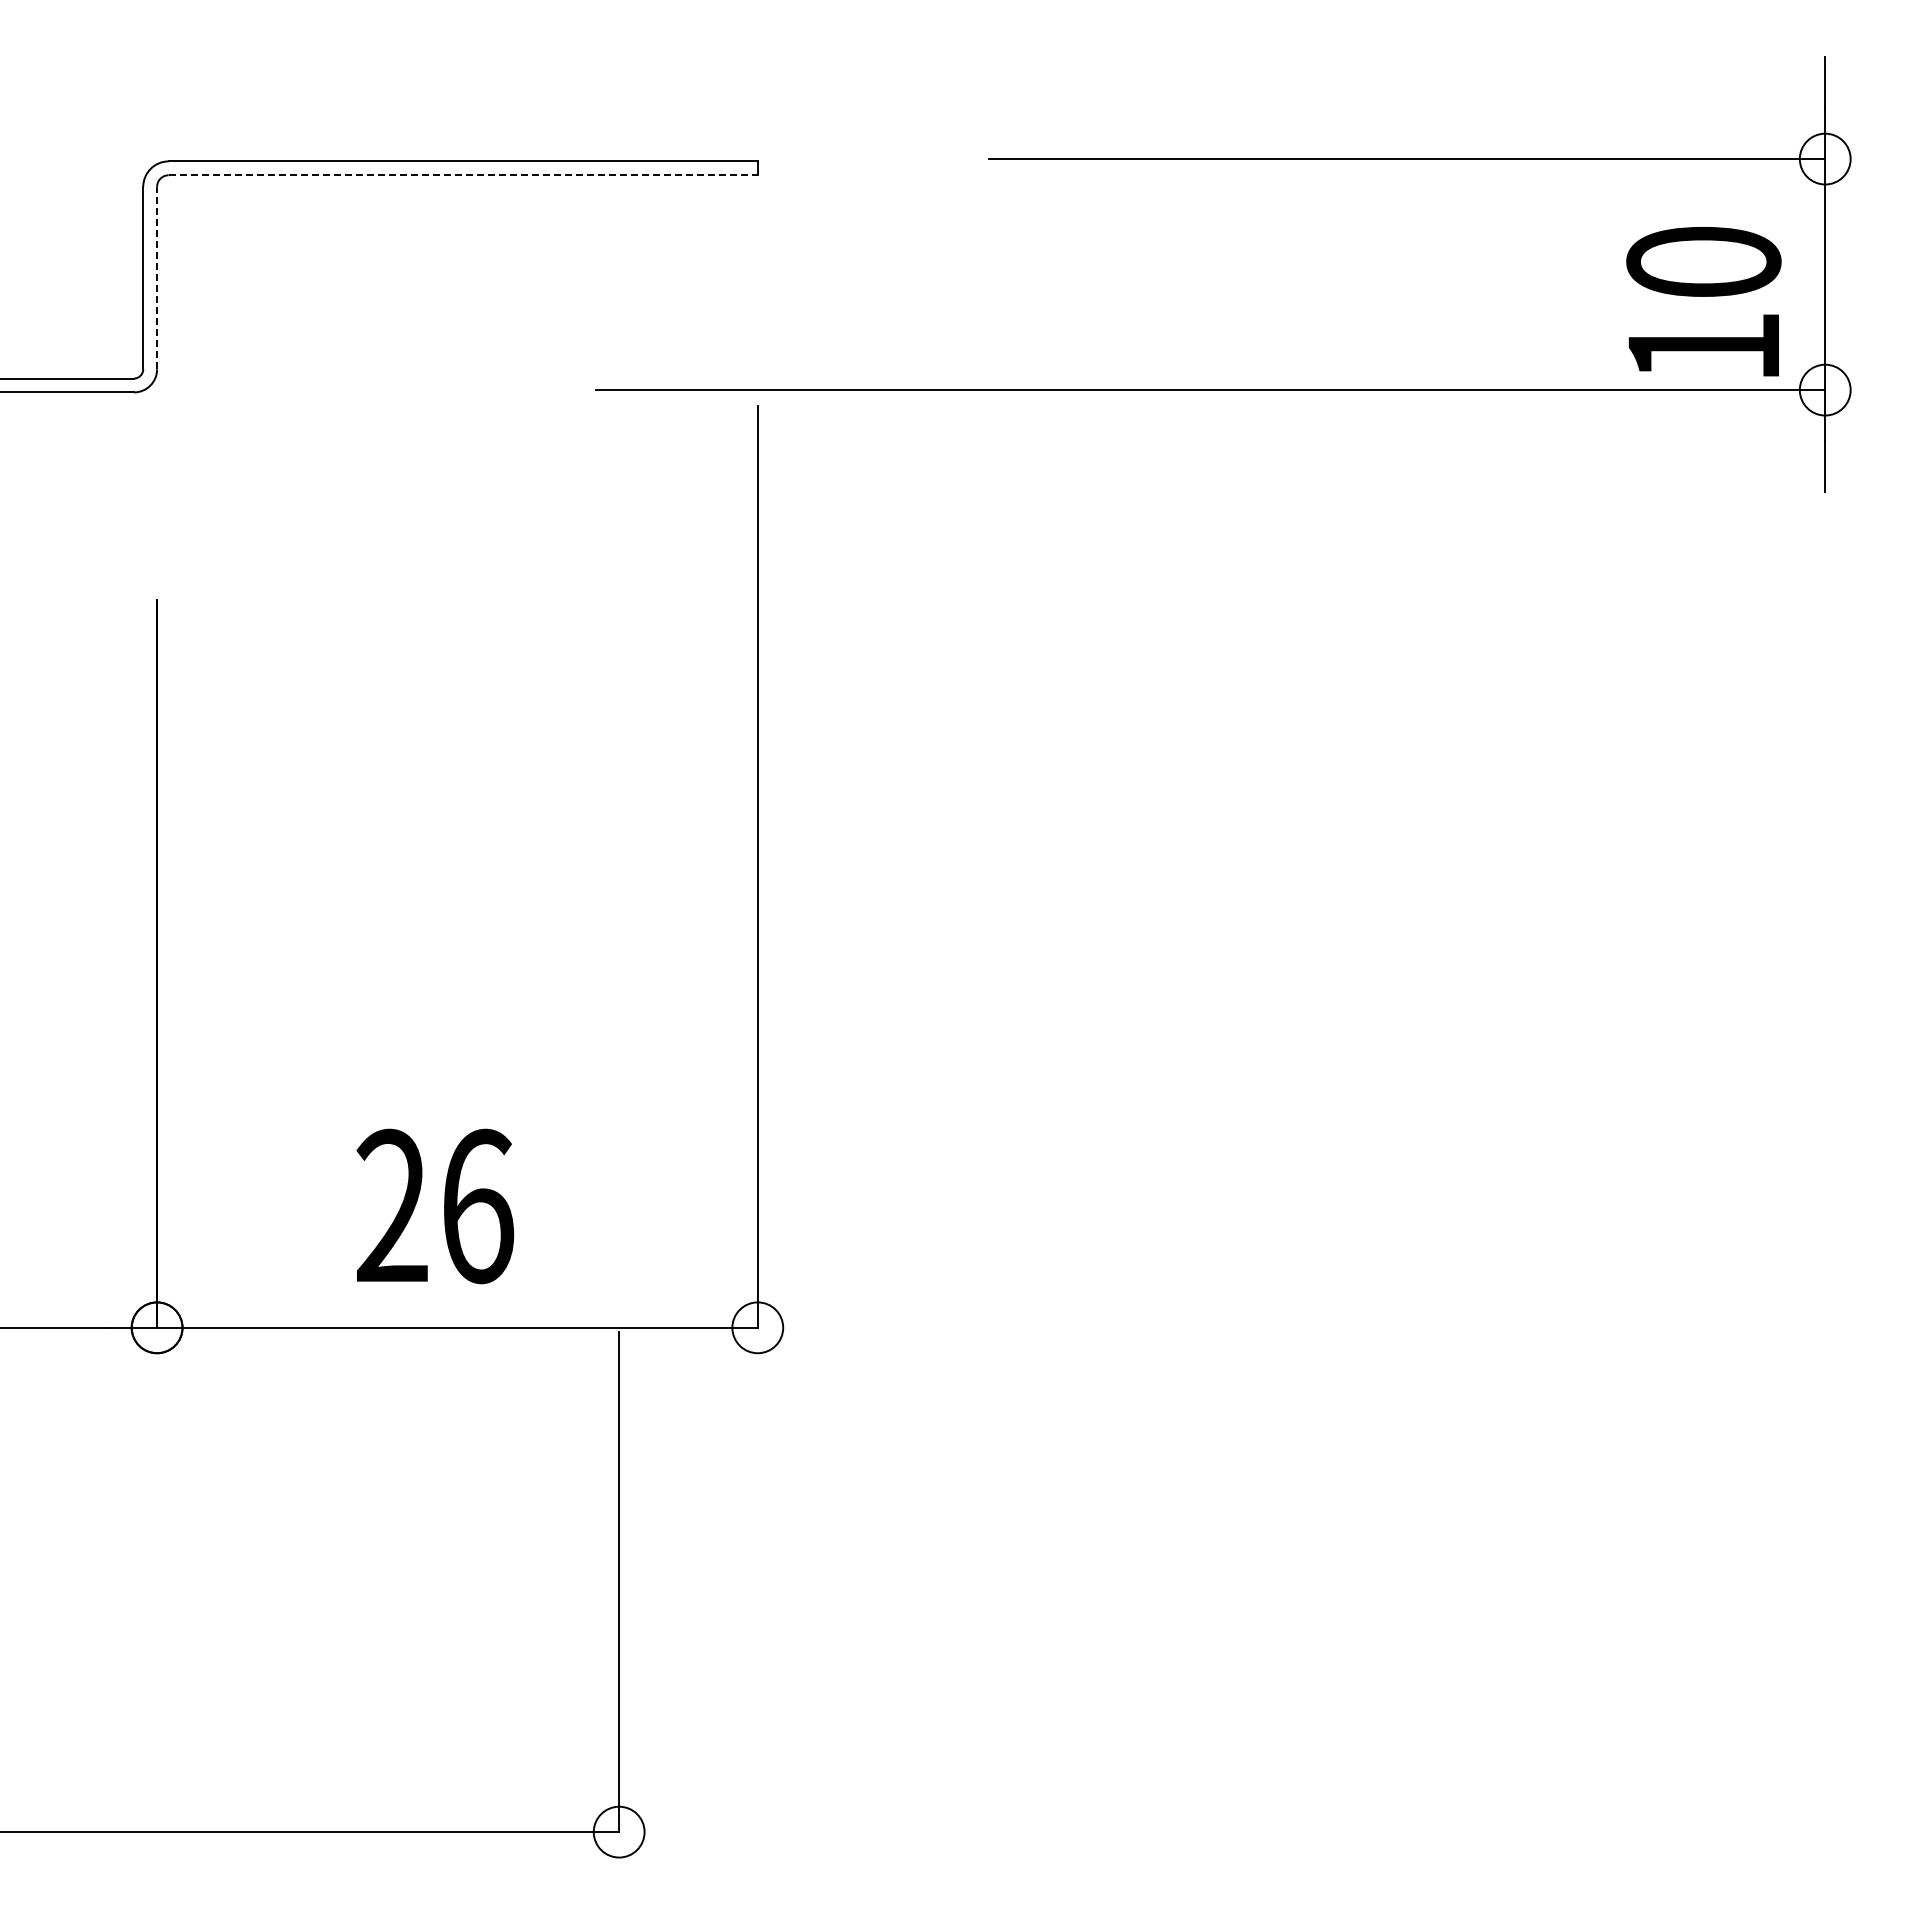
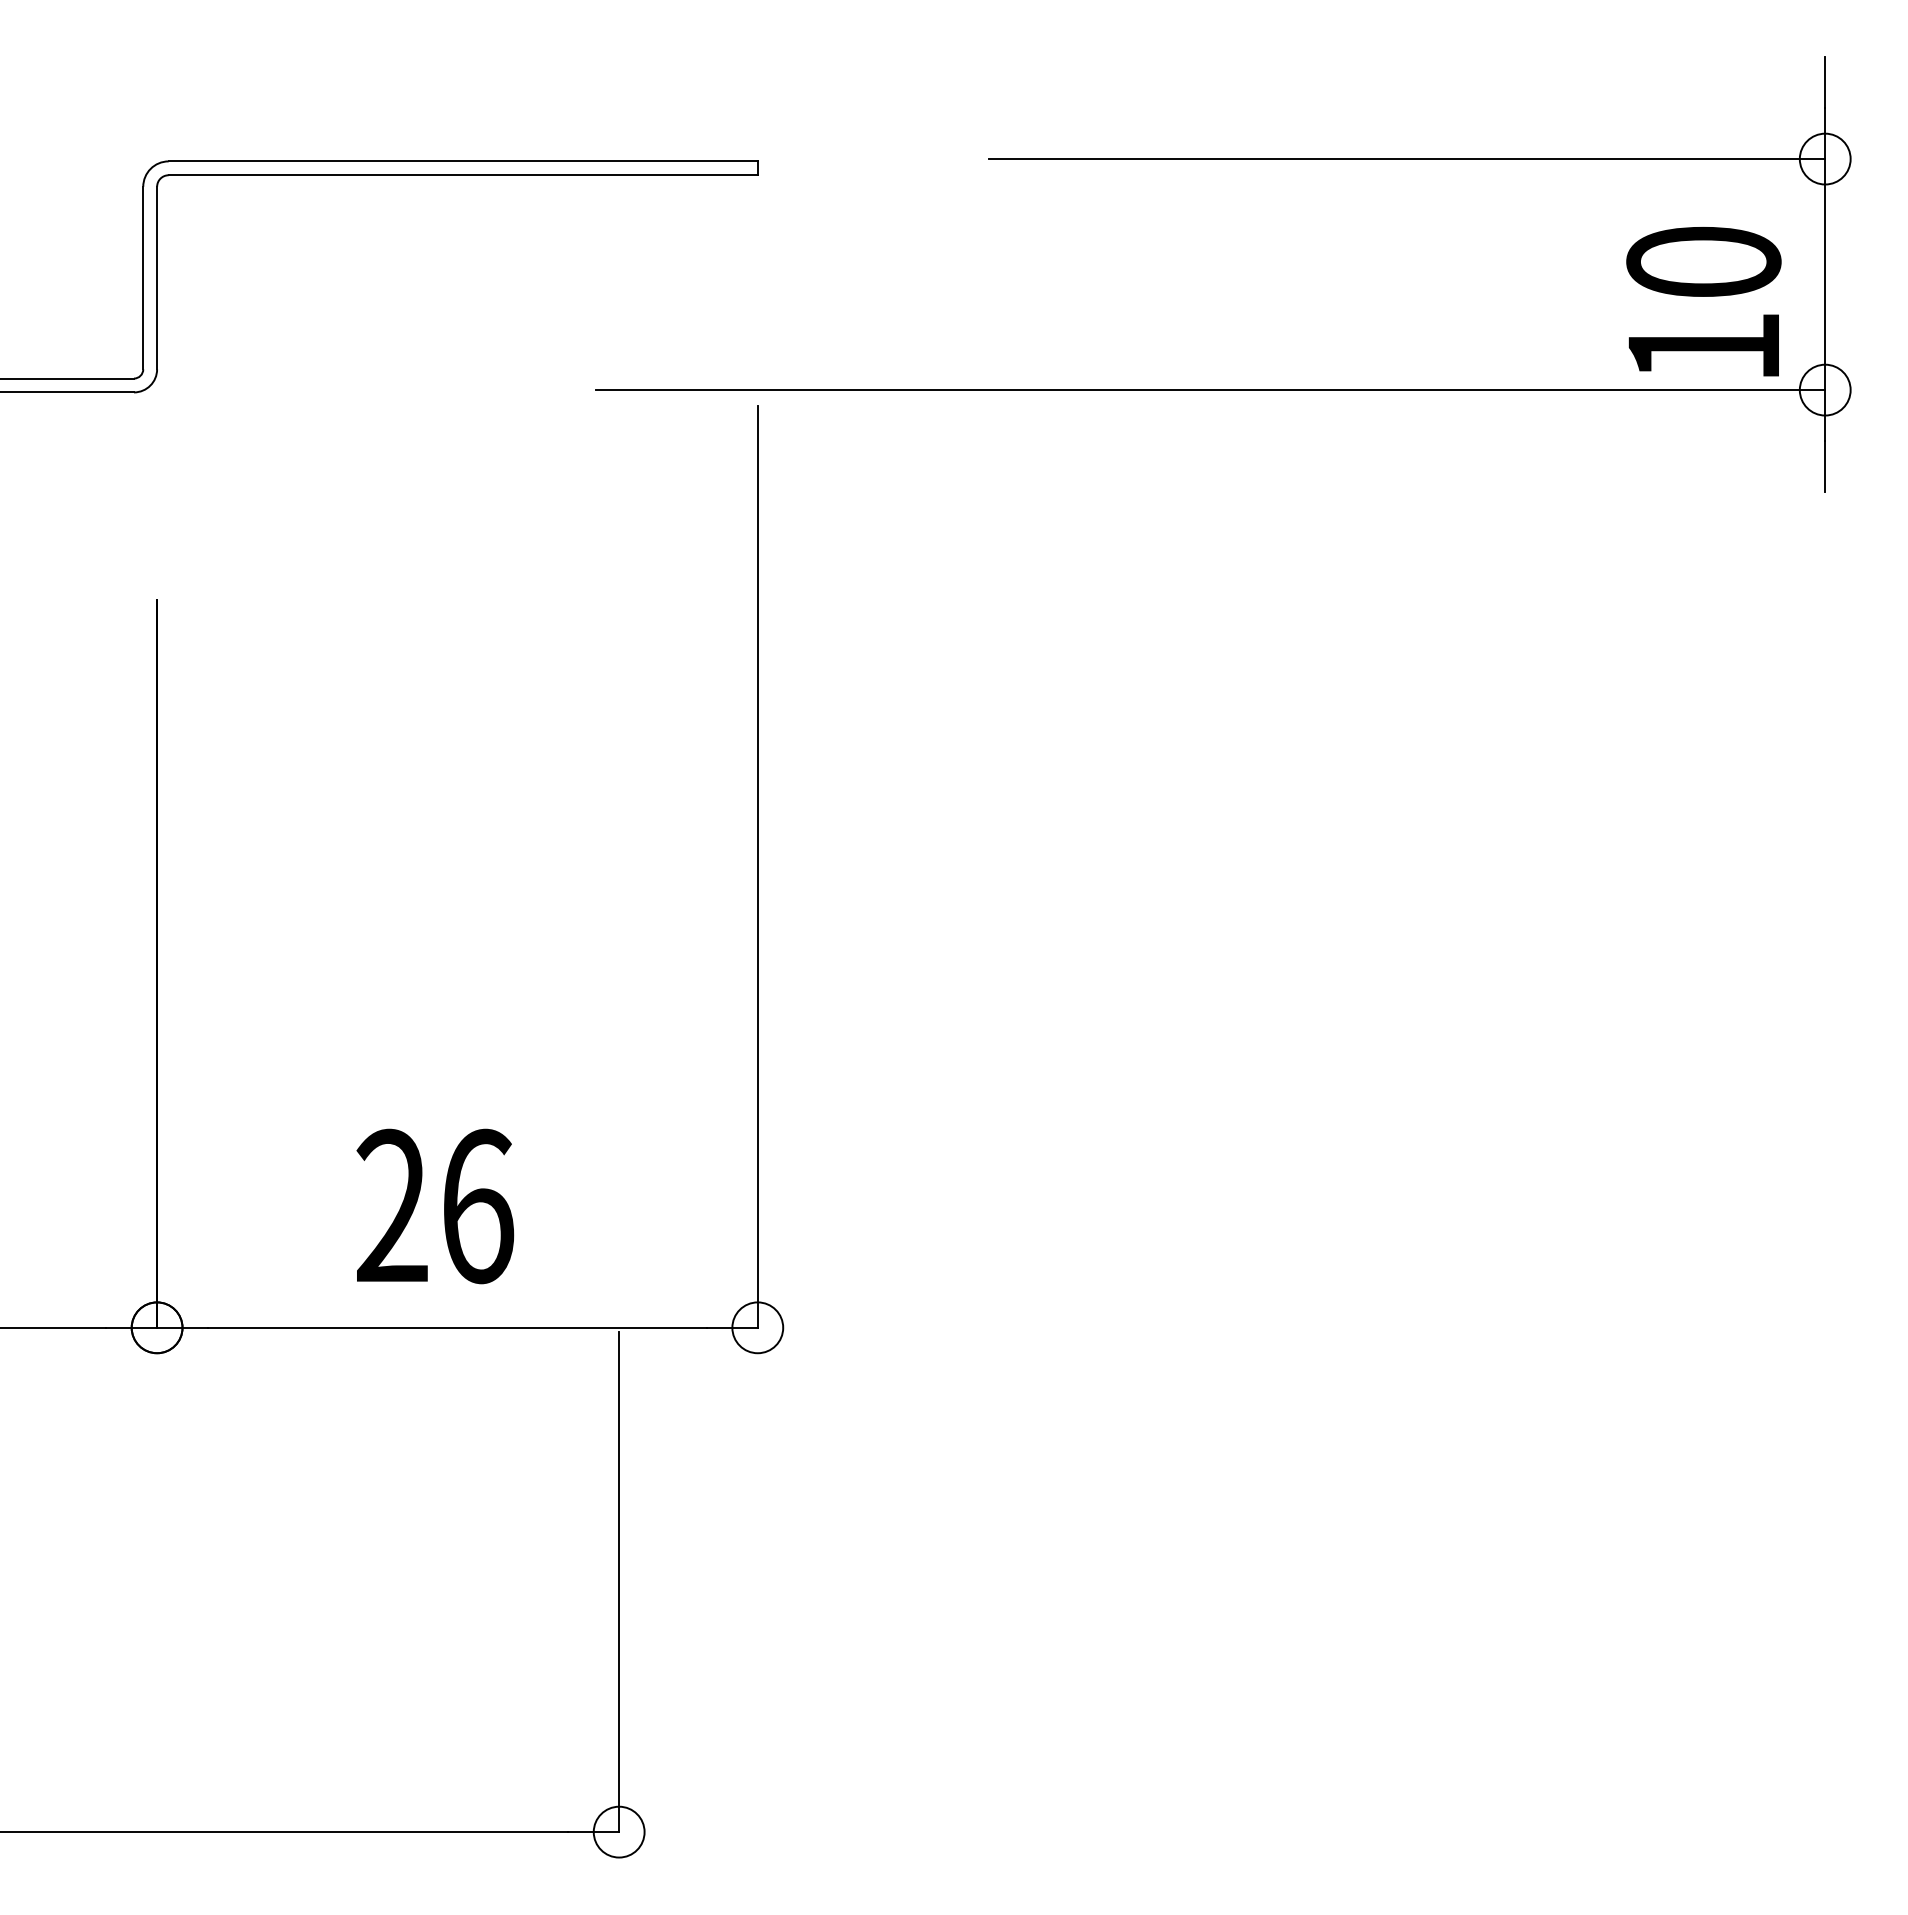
line at (463, 175): dashed -> solid
line at (157, 277): dashed -> solid
